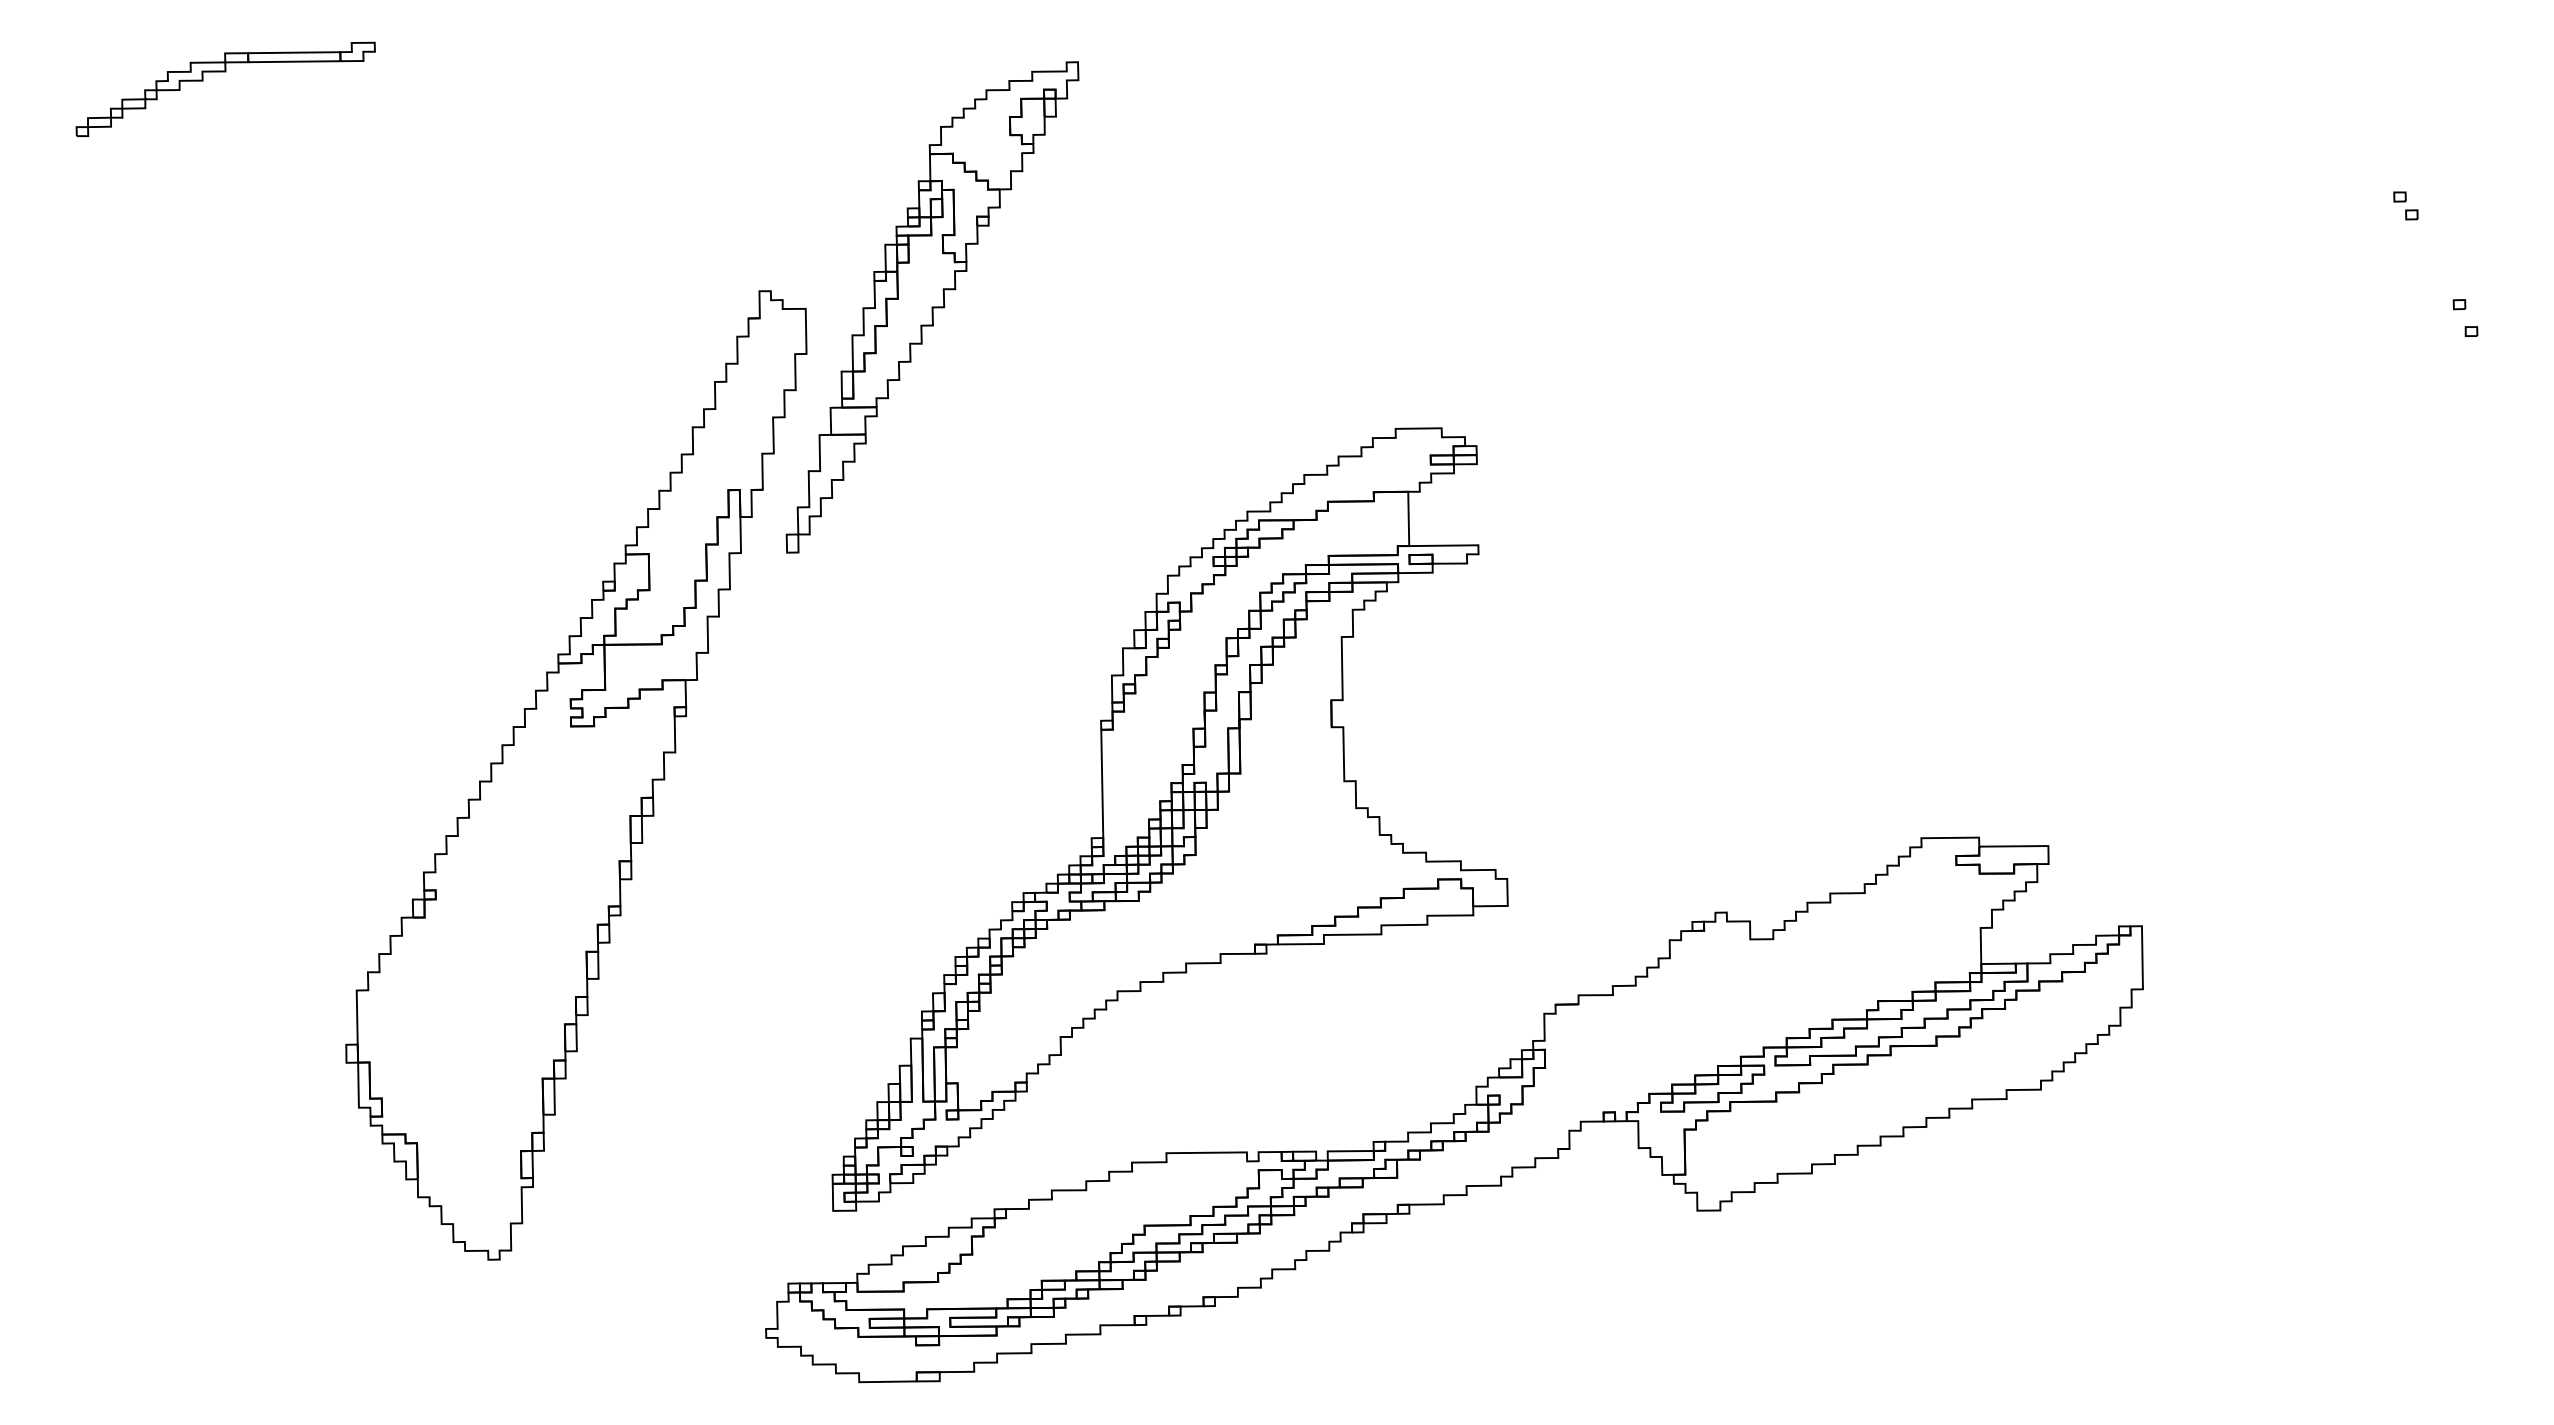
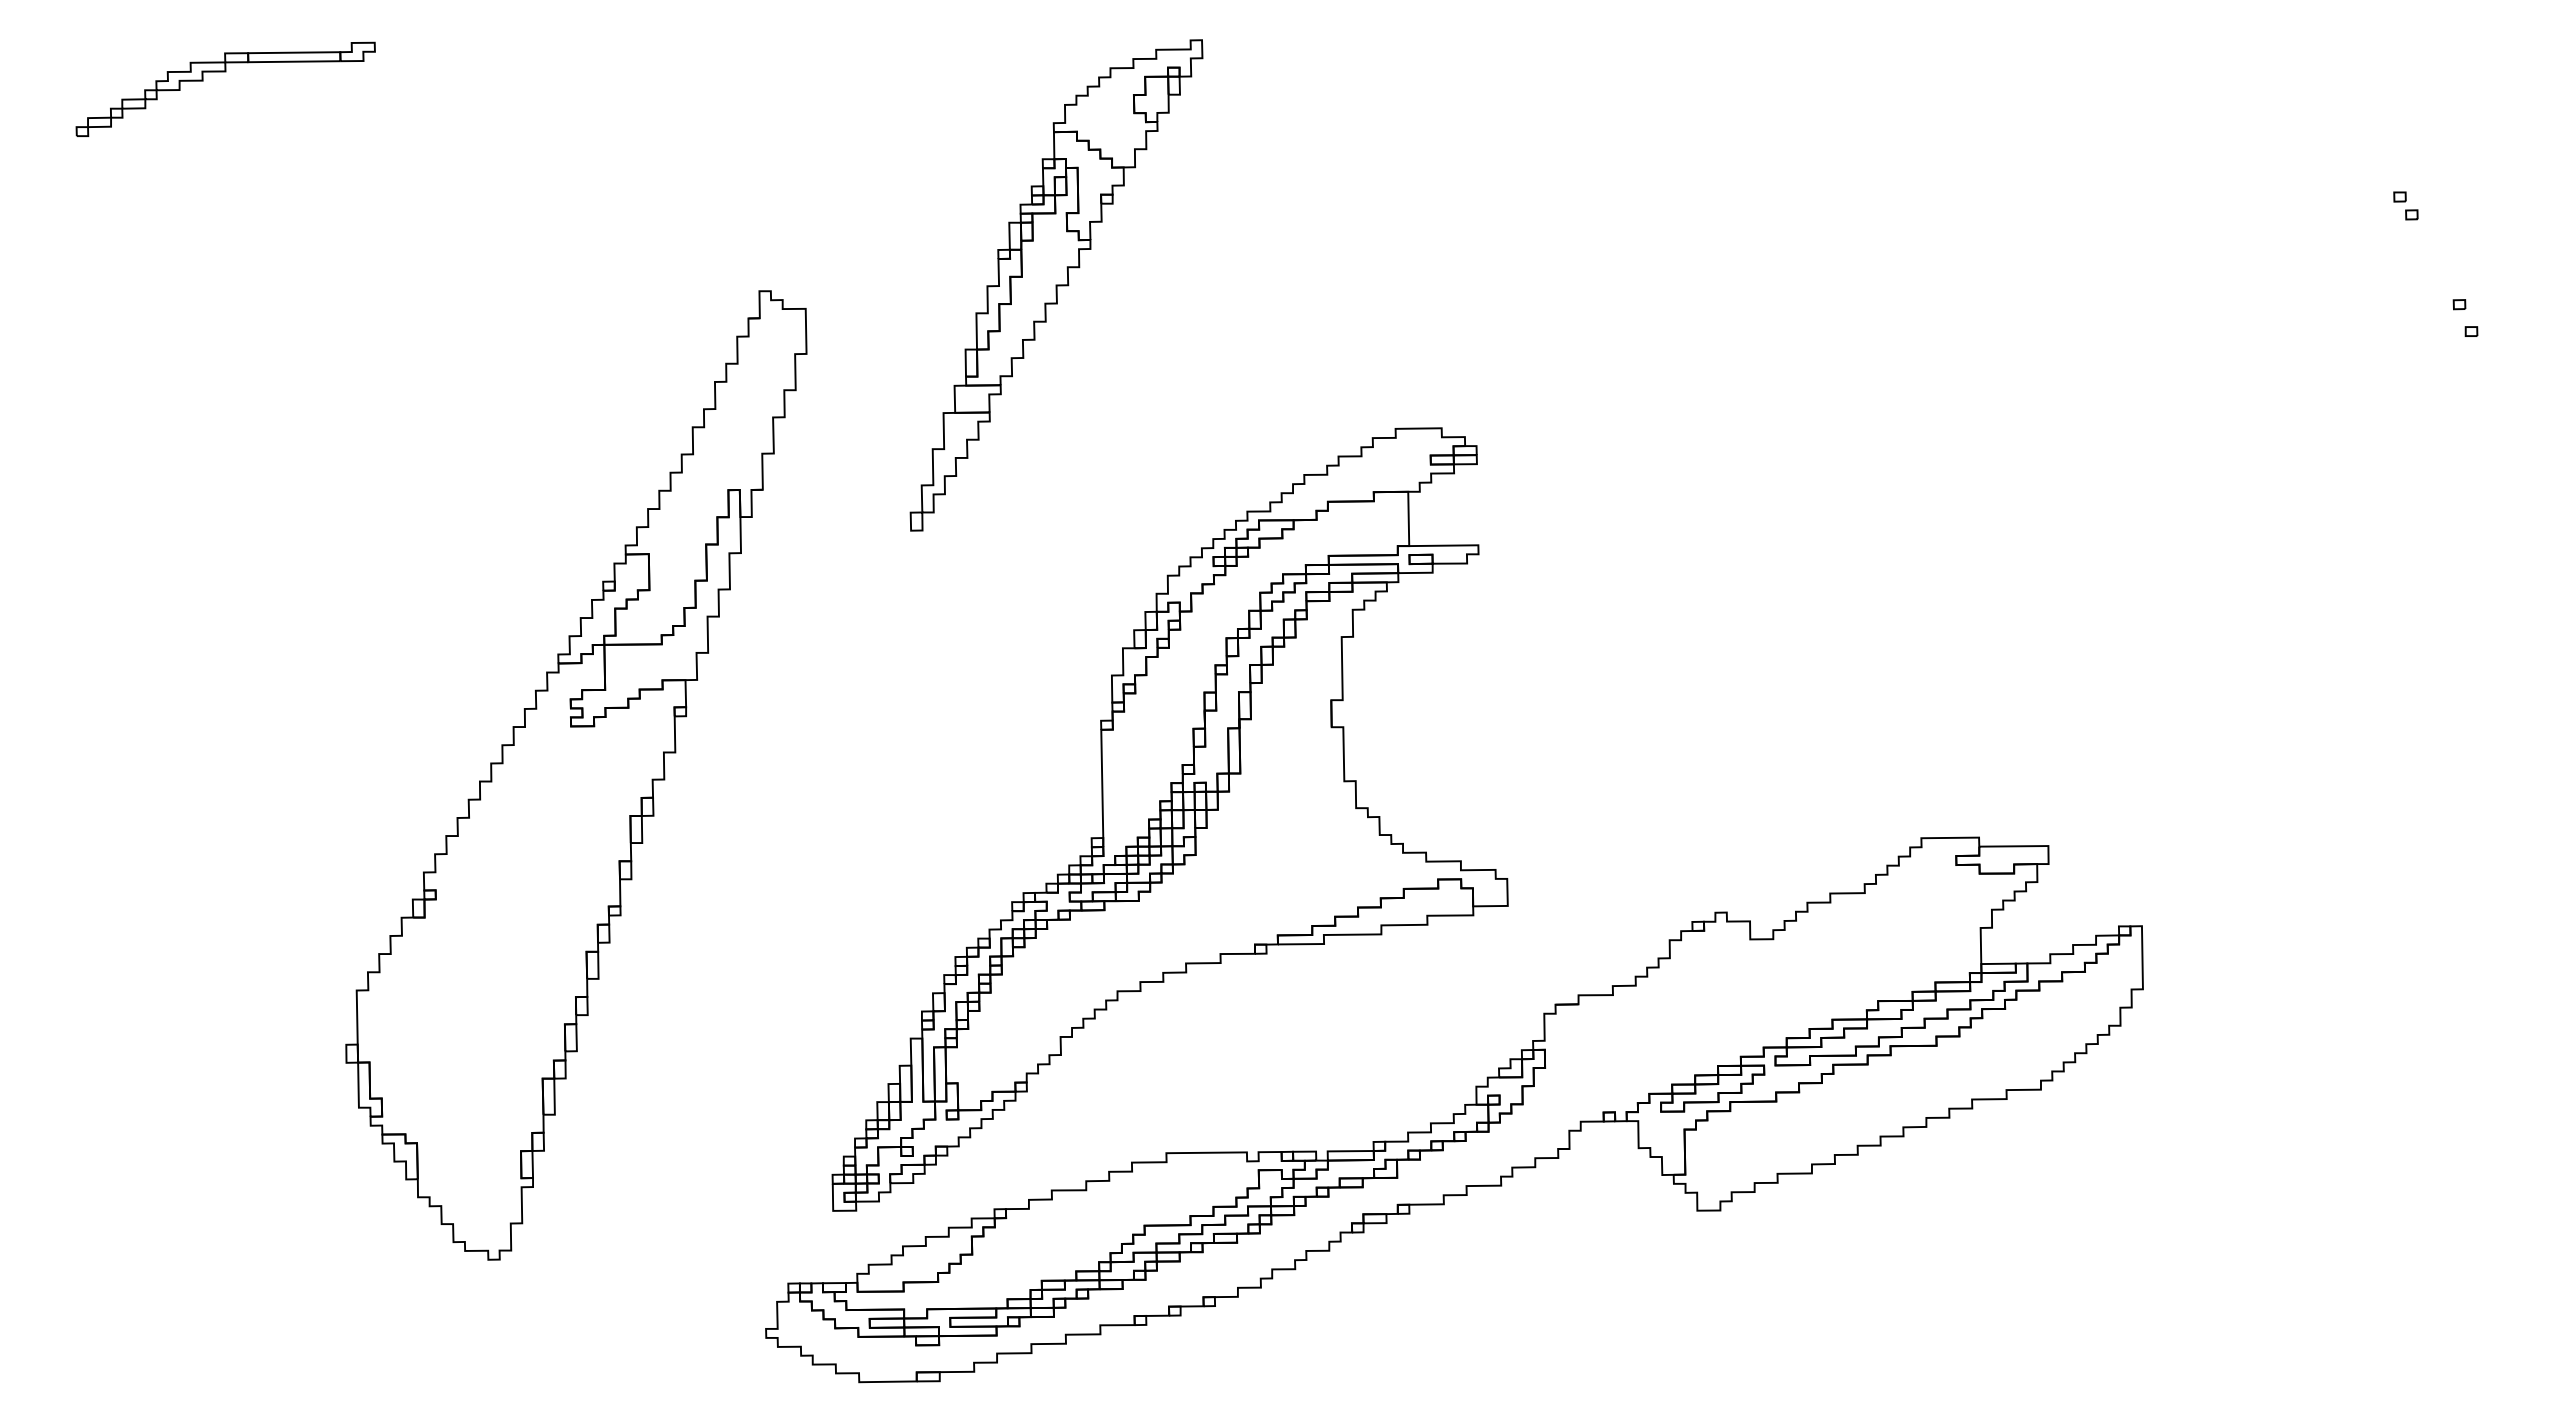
part at (932, 307) position: (932, 307) -> (1056, 285)
